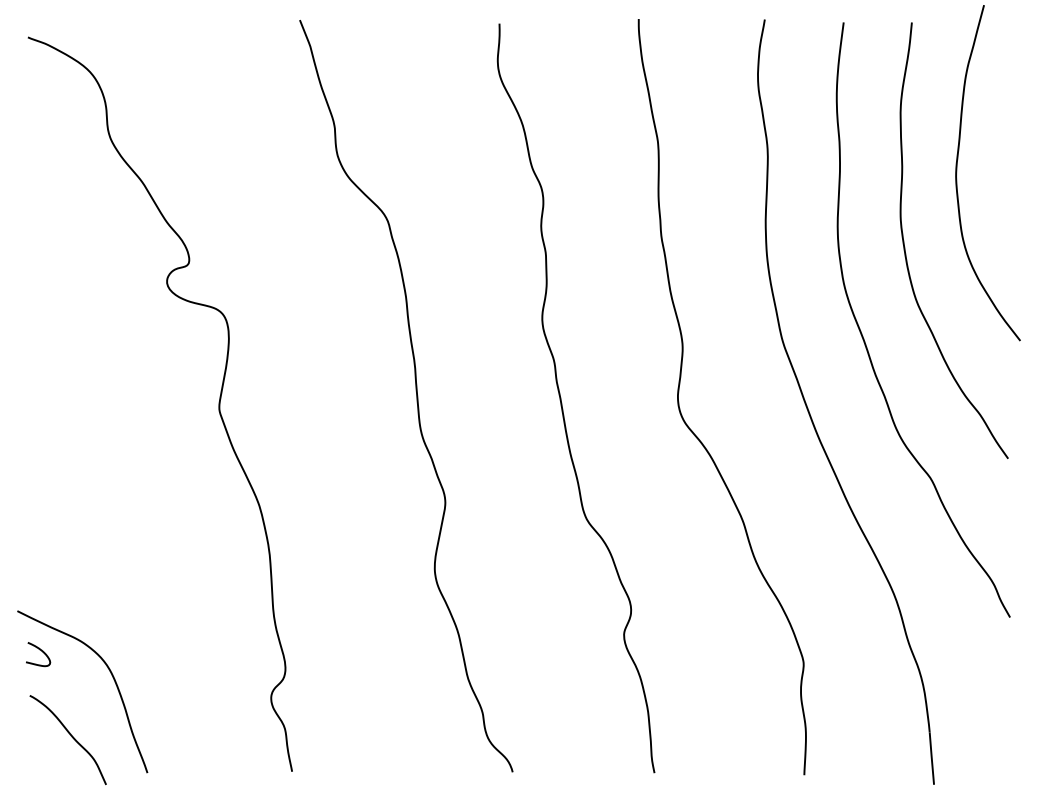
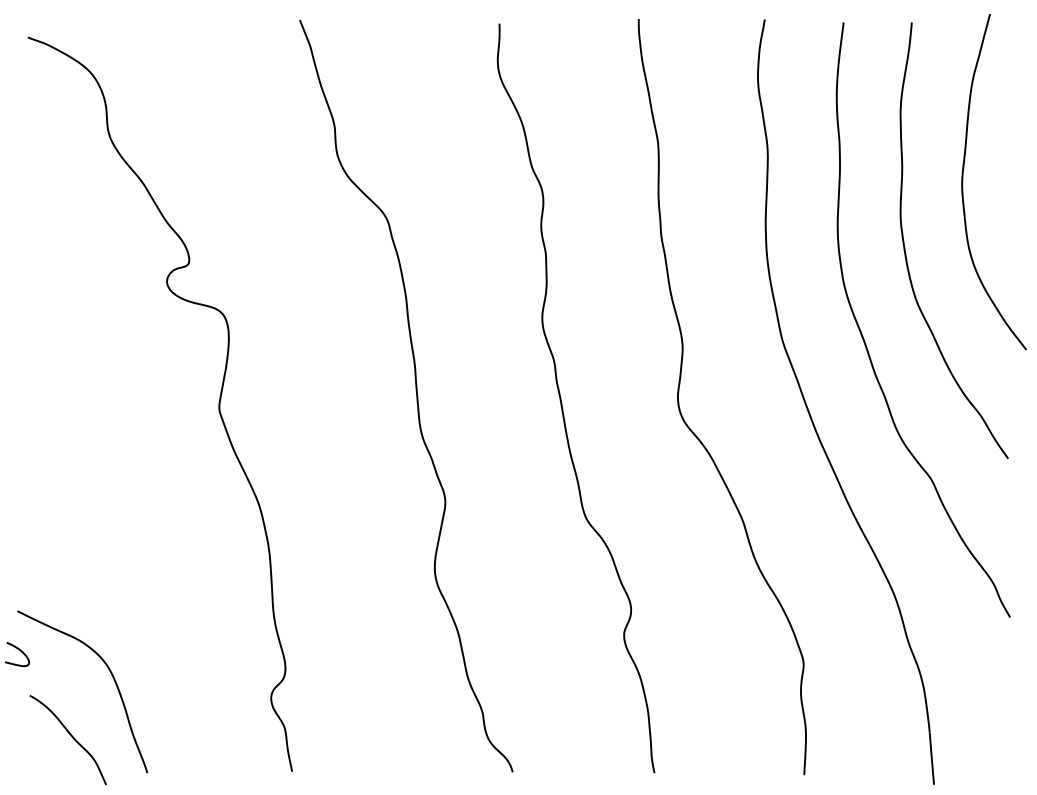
curve at (957, 172) position: (957, 172) -> (963, 181)
curve at (39, 650) position: (39, 650) -> (18, 650)
